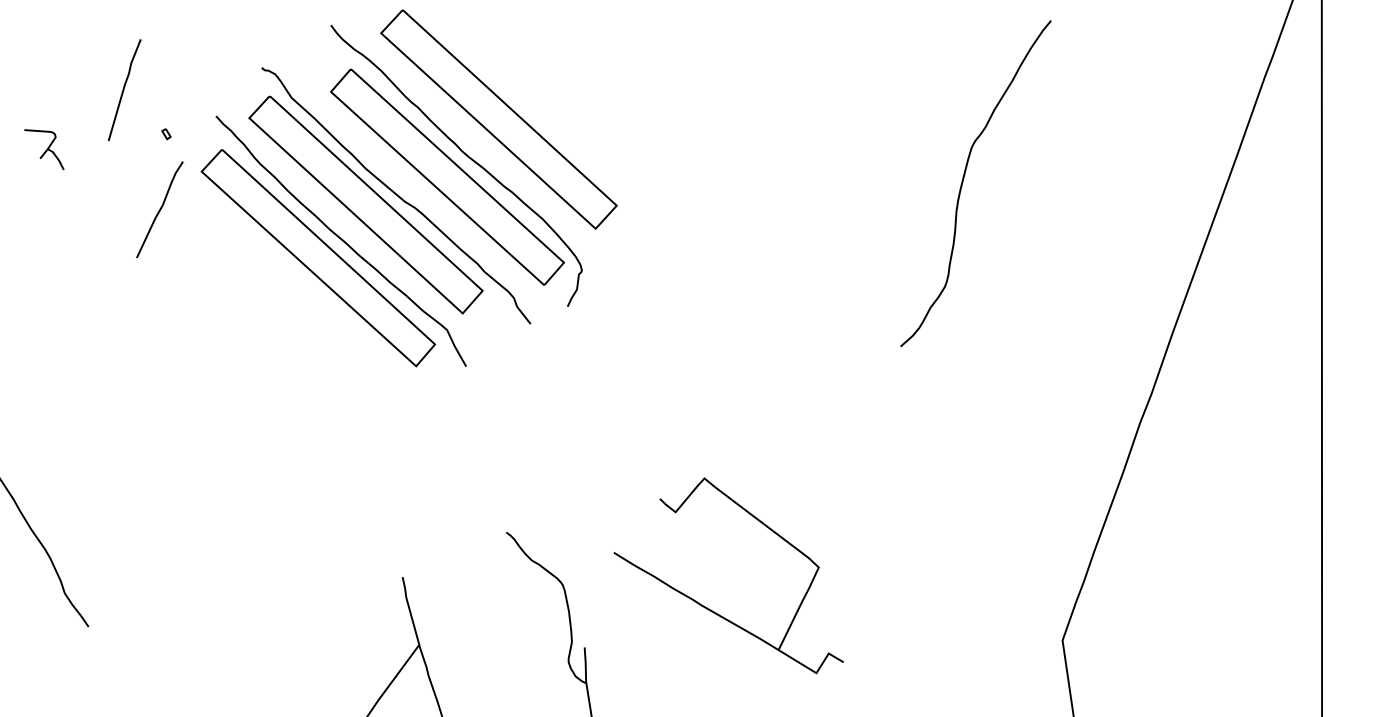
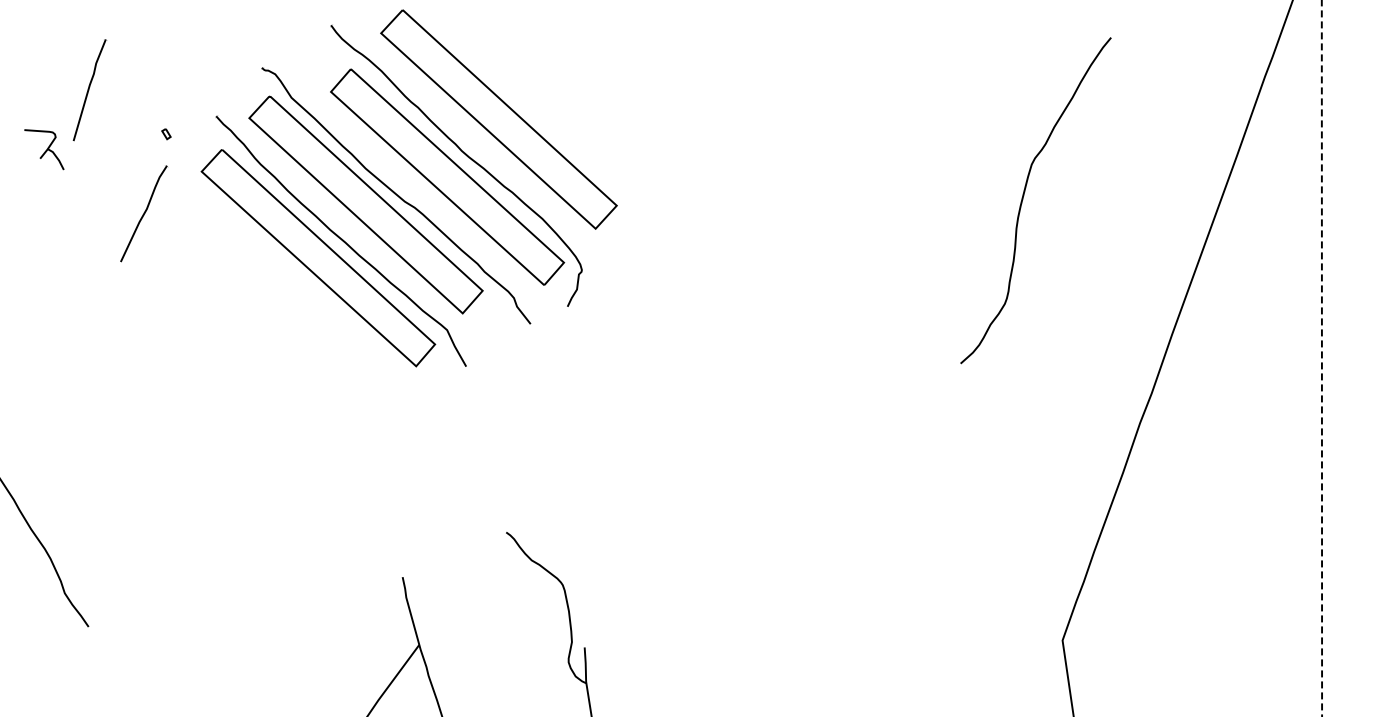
part at (124, 90) position: (124, 90) -> (89, 90)
curve at (963, 182) position: (963, 182) -> (1023, 199)
part at (159, 209) position: (159, 209) -> (143, 213)
line at (1321, 358): solid -> dashed
part at (709, 608): present -> none
